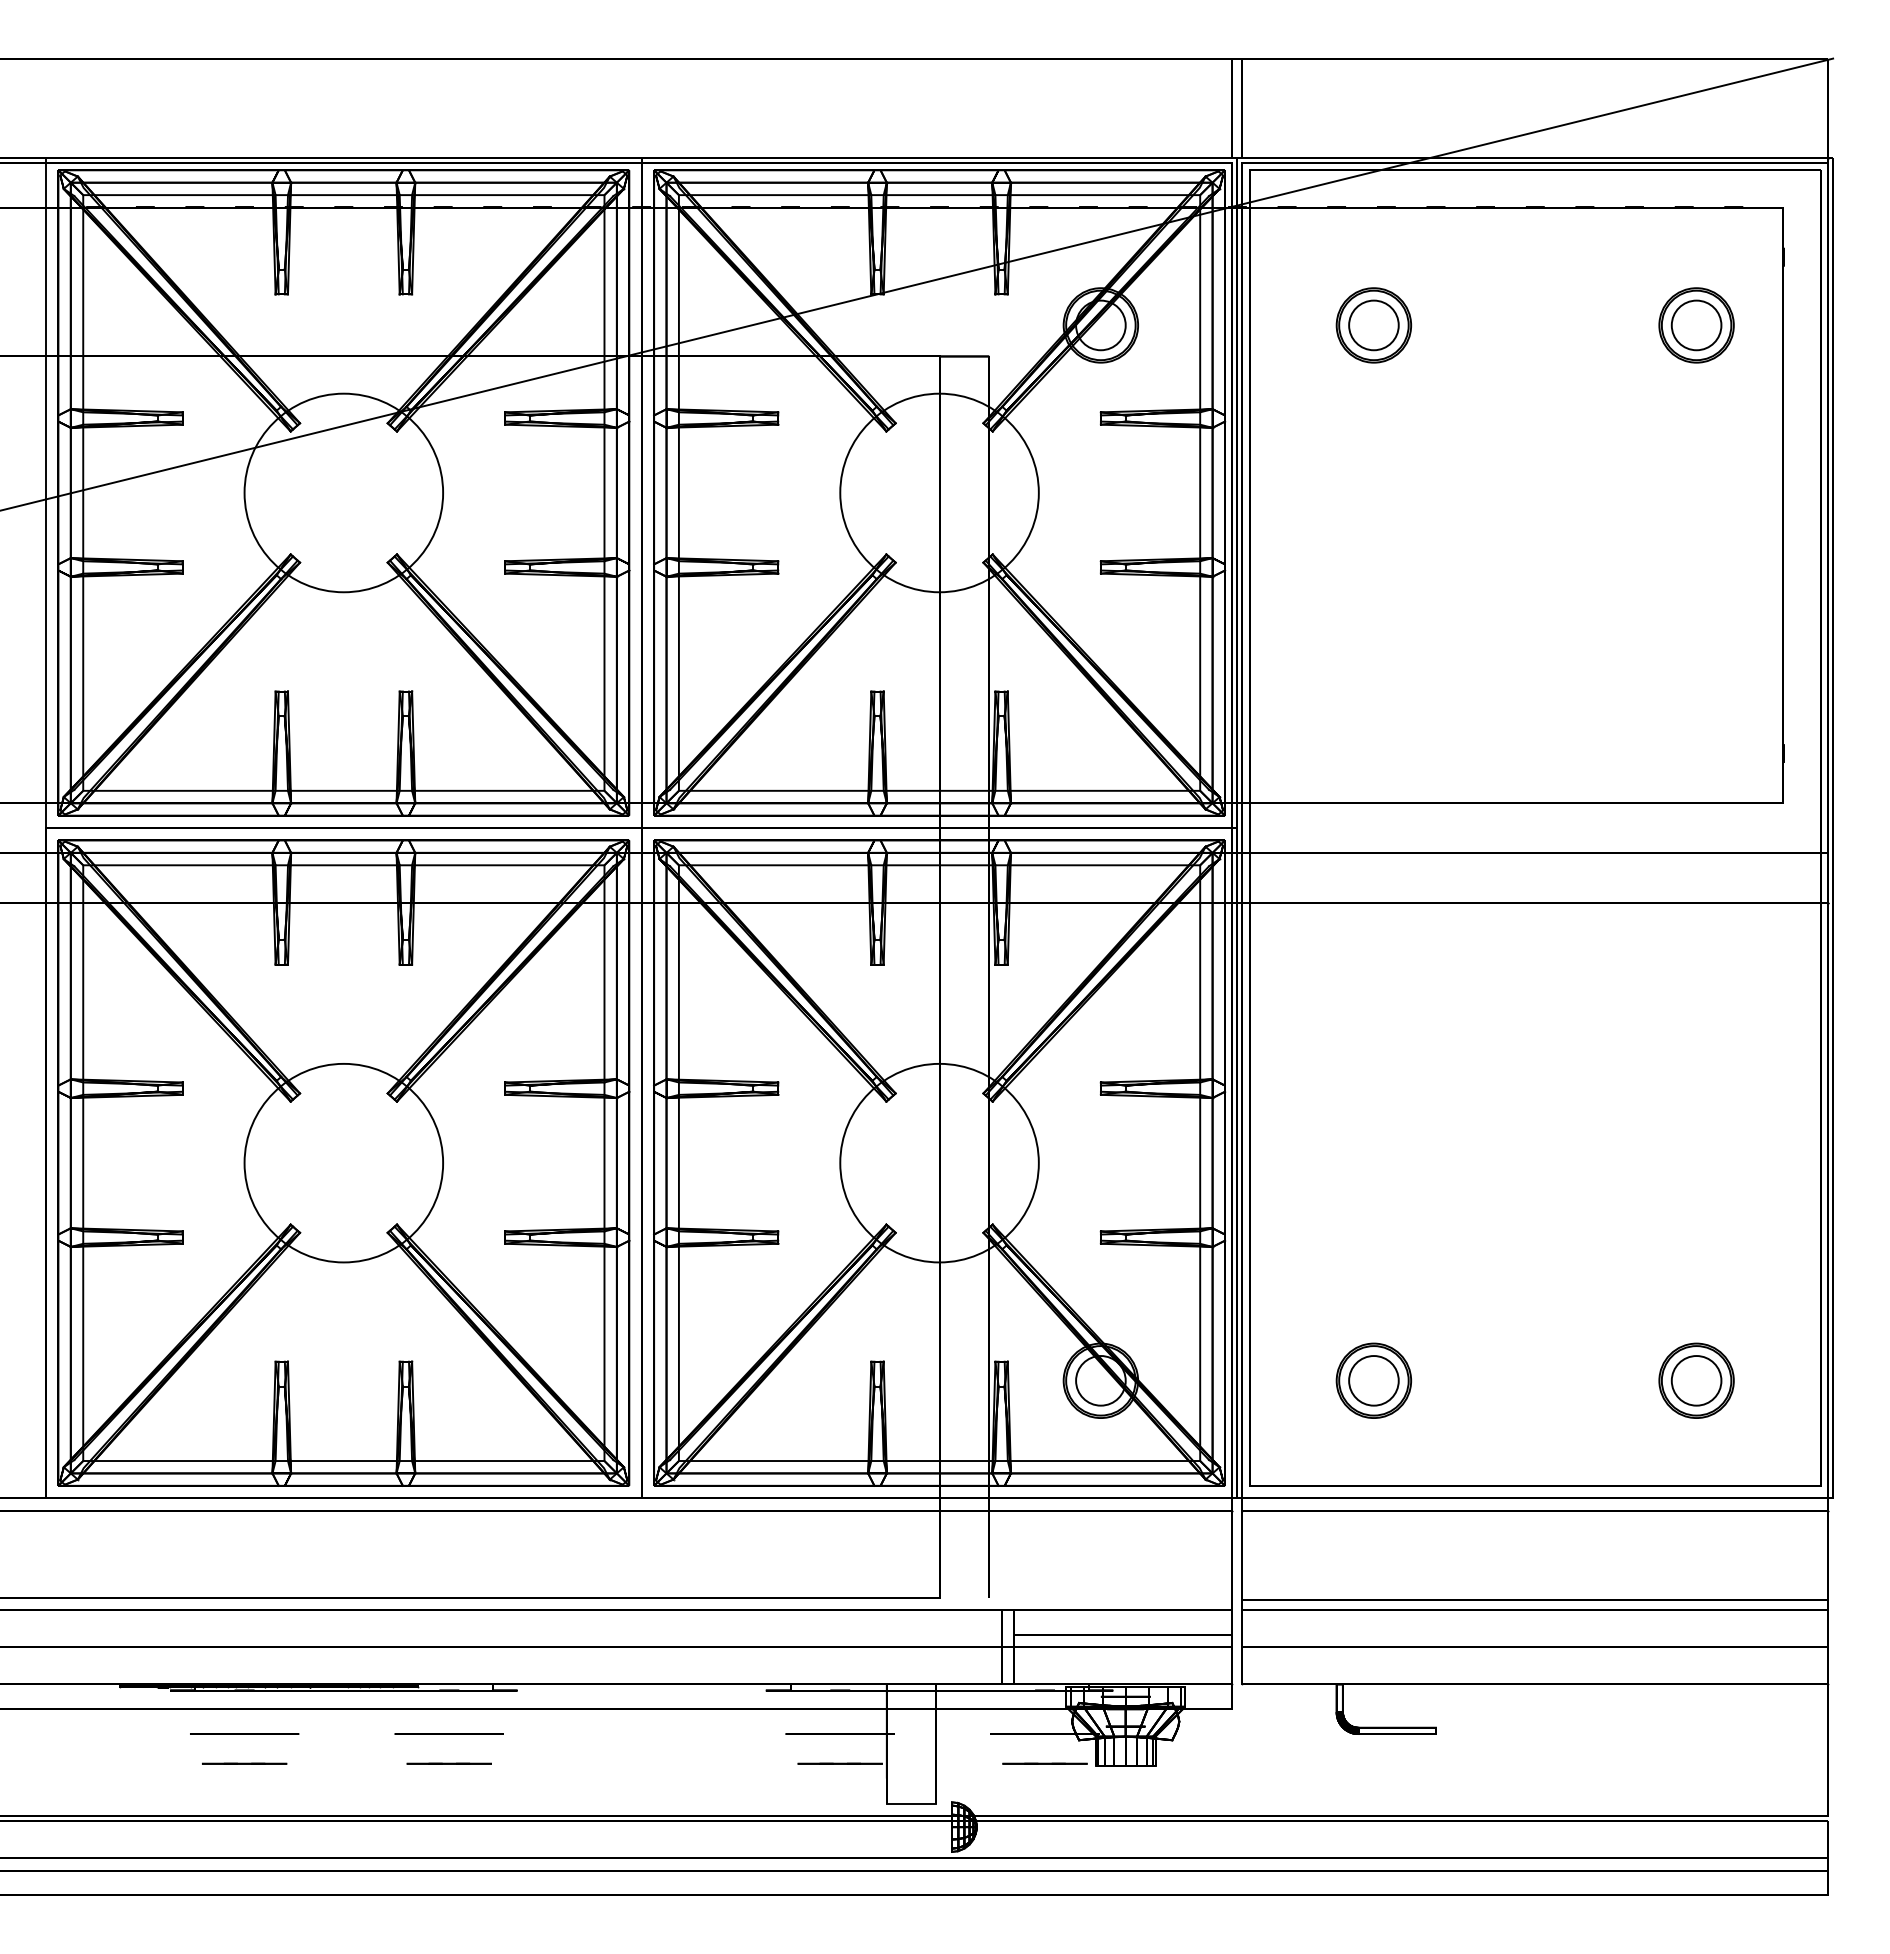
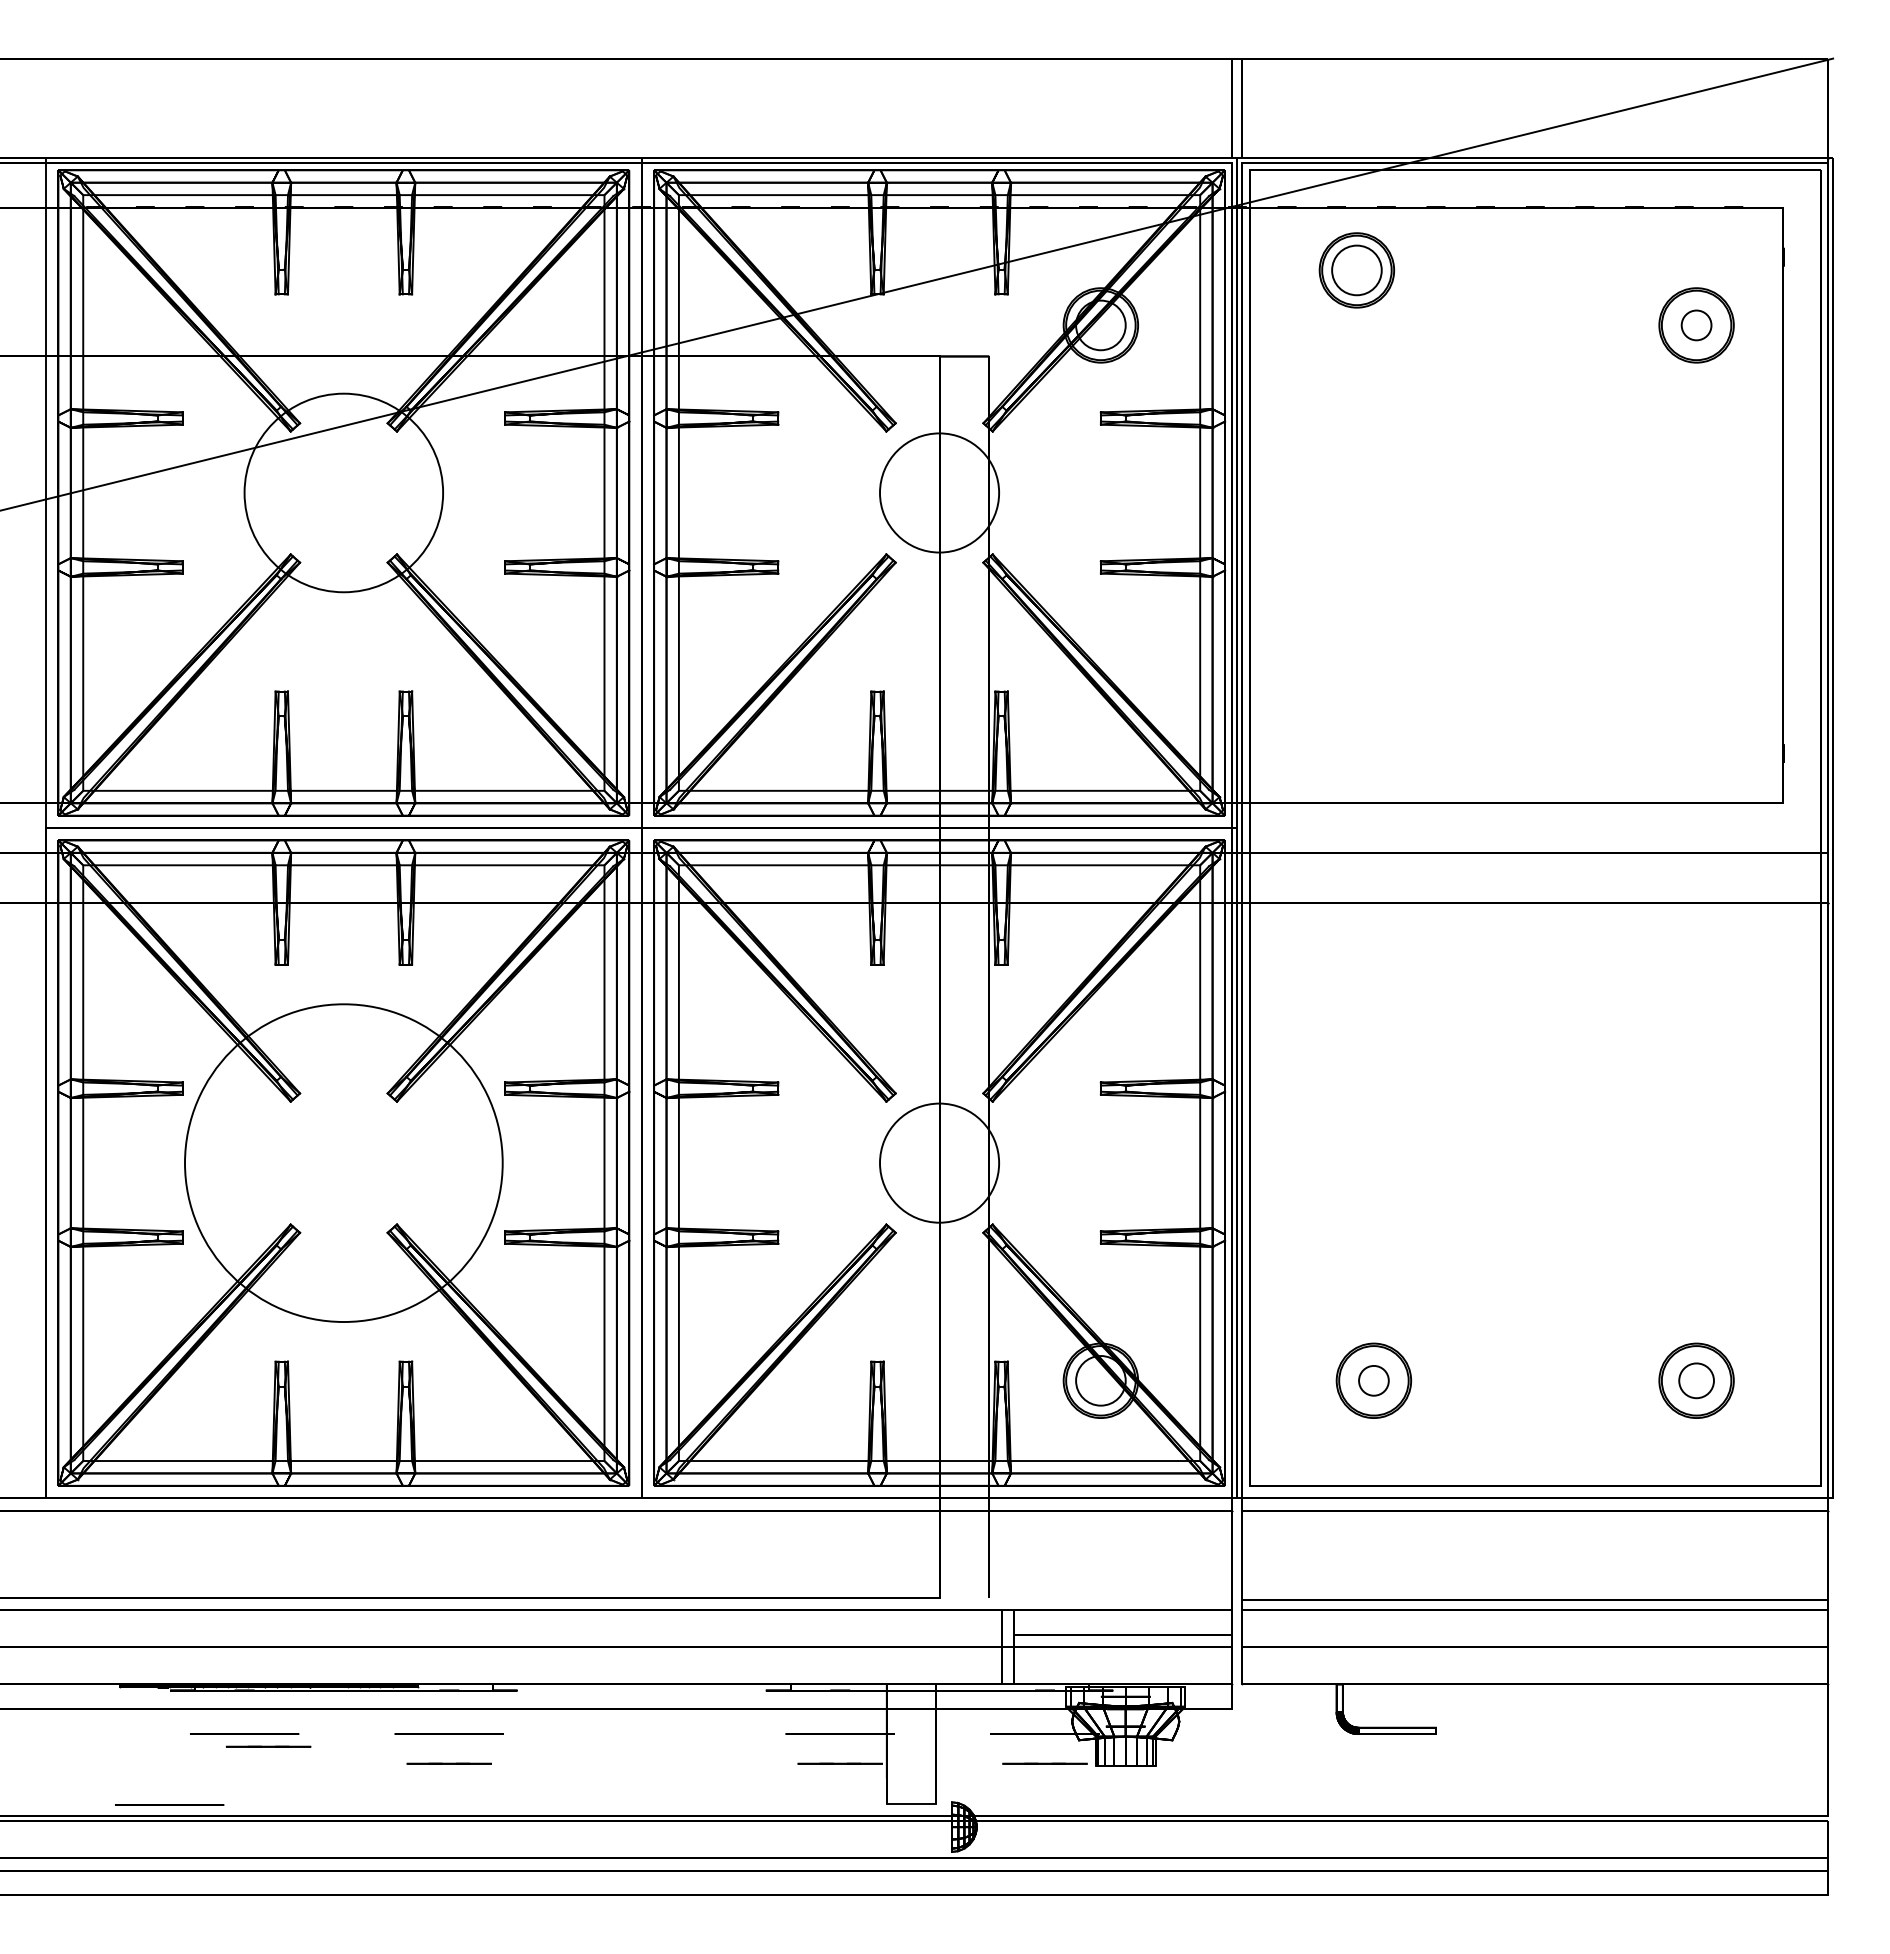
part at (1373, 325) position: (1373, 325) -> (1356, 270)
circle at (1696, 325) diameter: 50 px -> 30 px
circle at (939, 492) diameter: 199 px -> 119 px
circle at (343, 1162) diameter: 199 px -> 318 px
circle at (939, 1162) diameter: 199 px -> 119 px
circle at (1373, 1380) diameter: 50 px -> 30 px
circle at (1696, 1380) diameter: 50 px -> 35 px
line at (244, 1763) position: (244, 1763) -> (268, 1746)
circle at (169, 1804): none -> present
